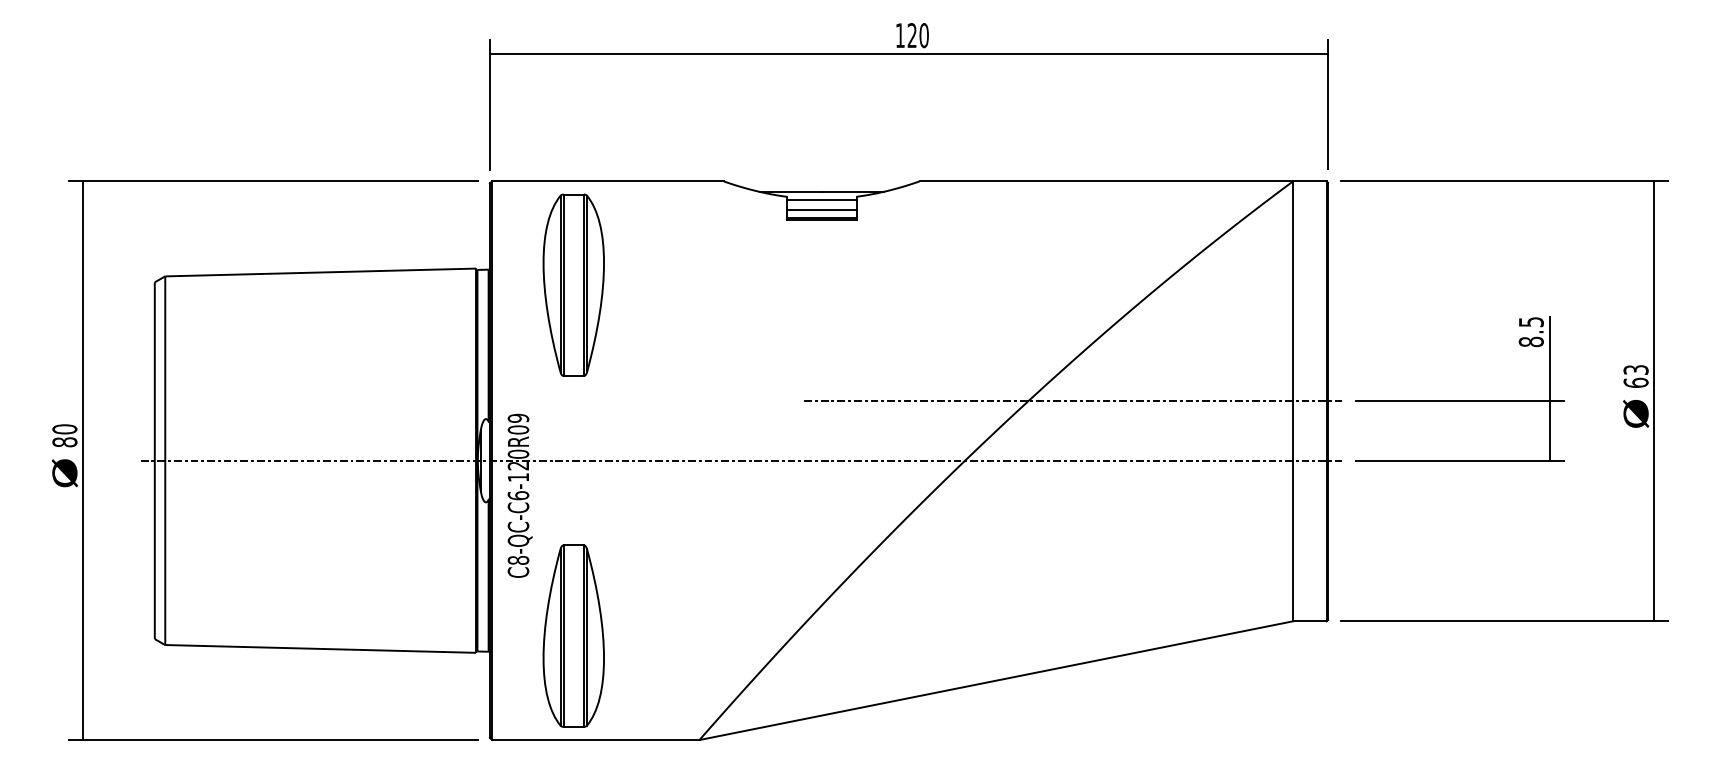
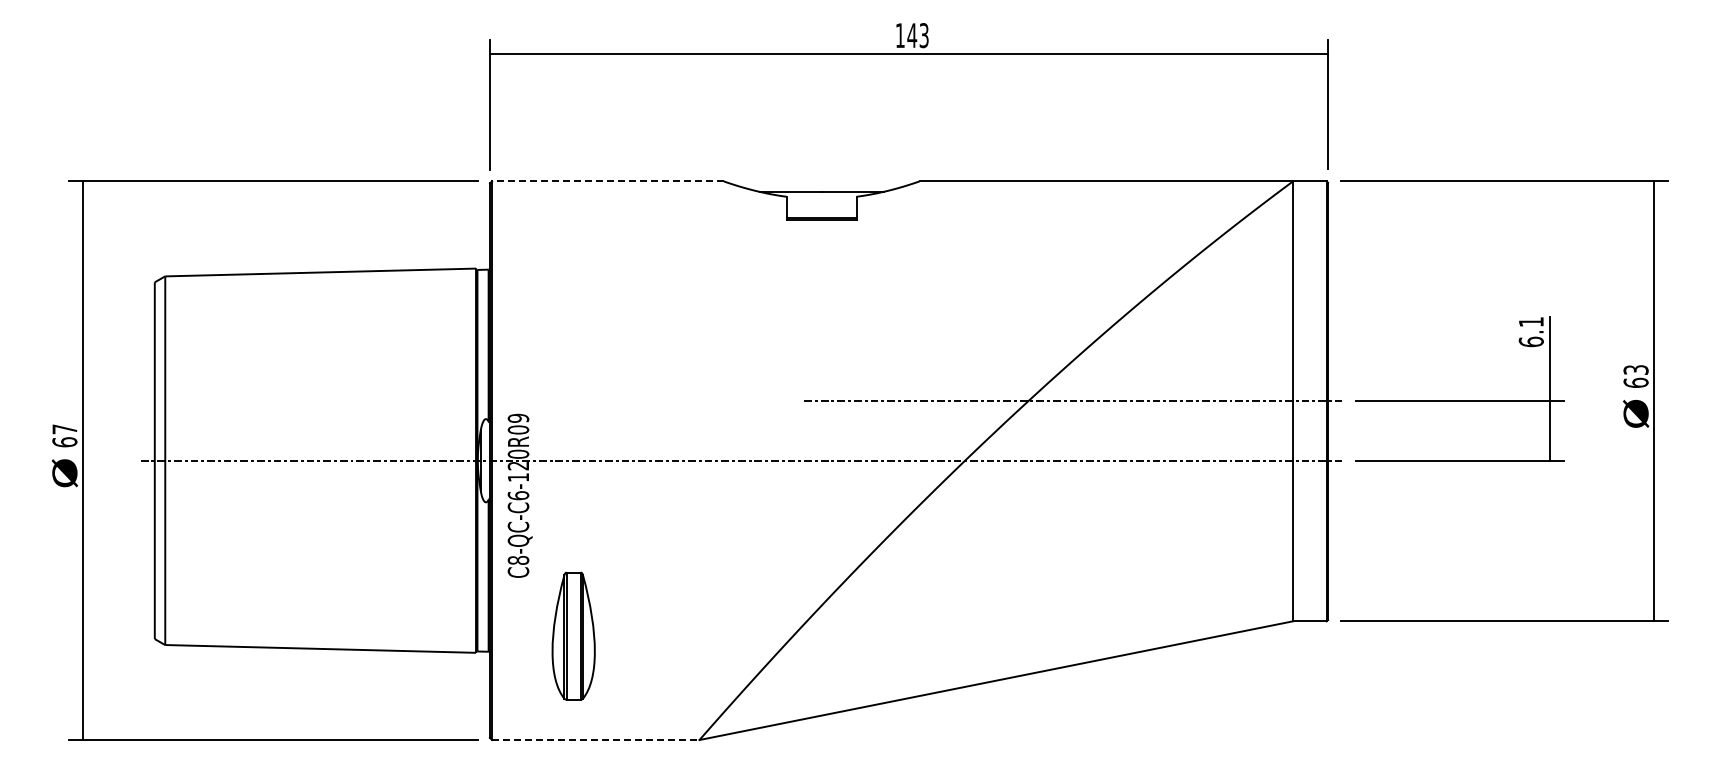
text at (917, 35): 120 -> 143
line at (607, 181): solid -> dashed
line at (821, 199): present -> none
line at (821, 209): present -> none
part at (573, 284): present -> none
text at (1530, 332): 8.5 -> 6.1
text at (64, 435): 80 -> 67
part at (573, 635) size: 63x184 px -> 45x130 px
line at (595, 740): solid -> dashed
